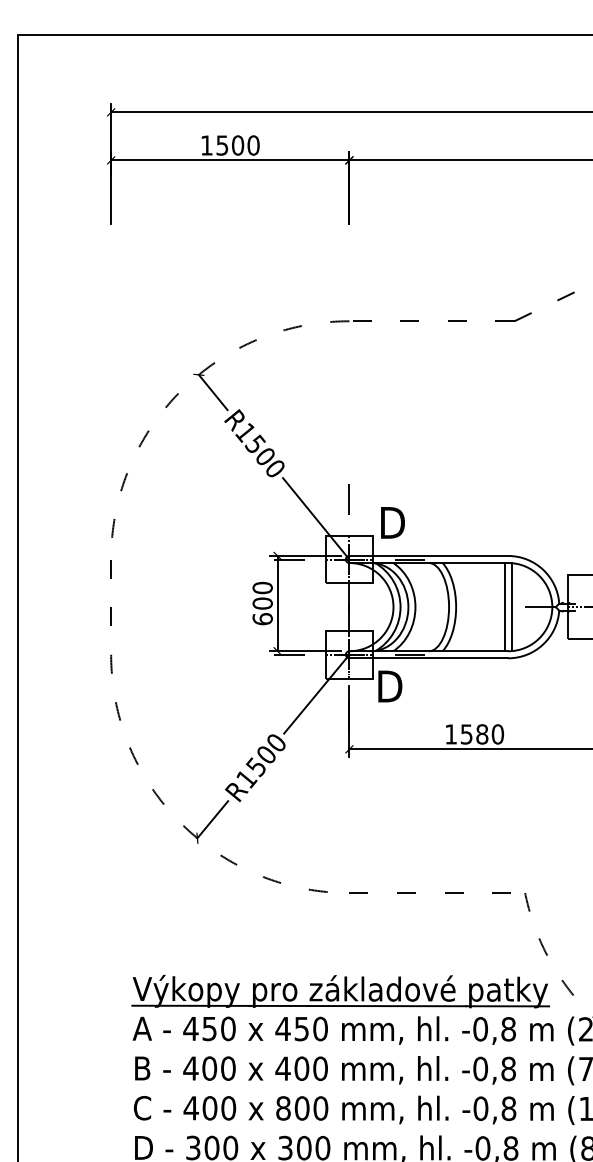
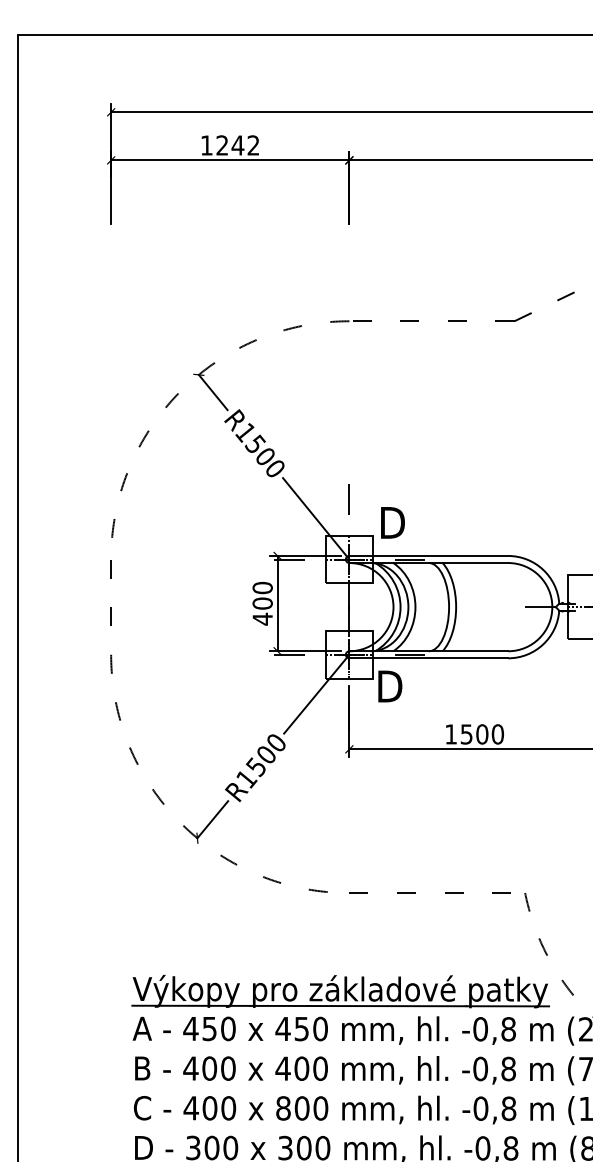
text at (237, 145): 1500 -> 1242
line at (504, 607): present -> none
line at (511, 607): present -> none
text at (262, 618): 600 -> 400
text at (482, 734): 1580 -> 1500
